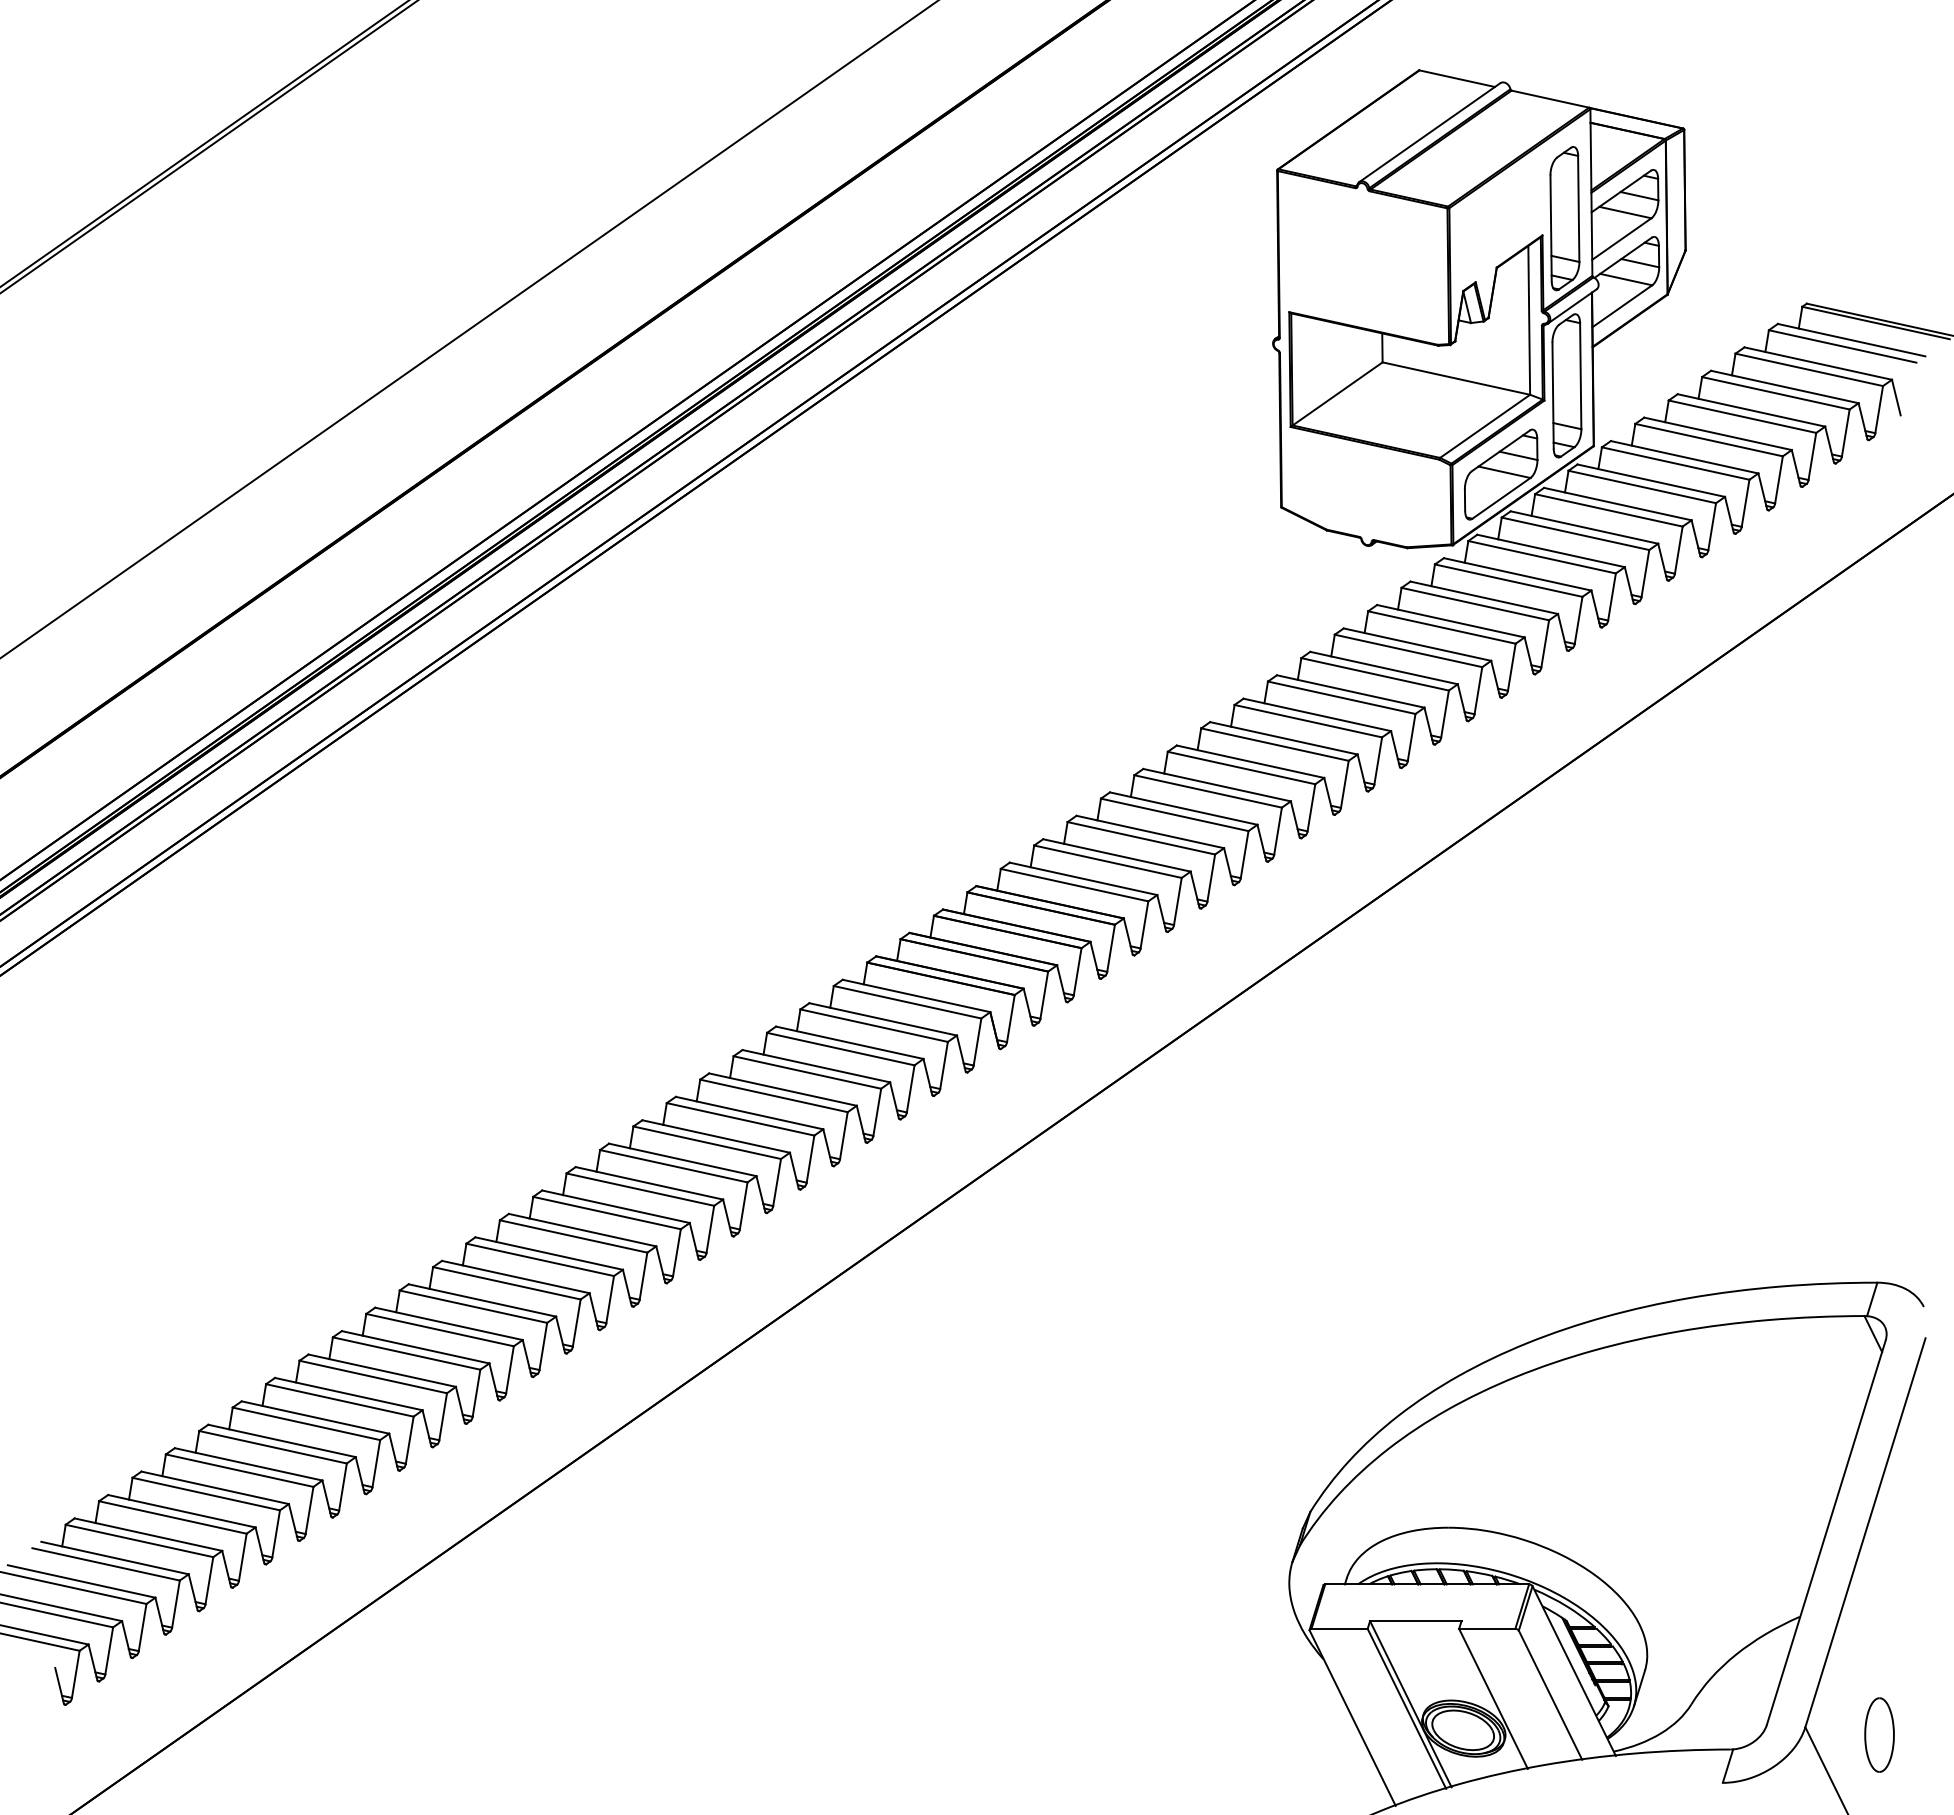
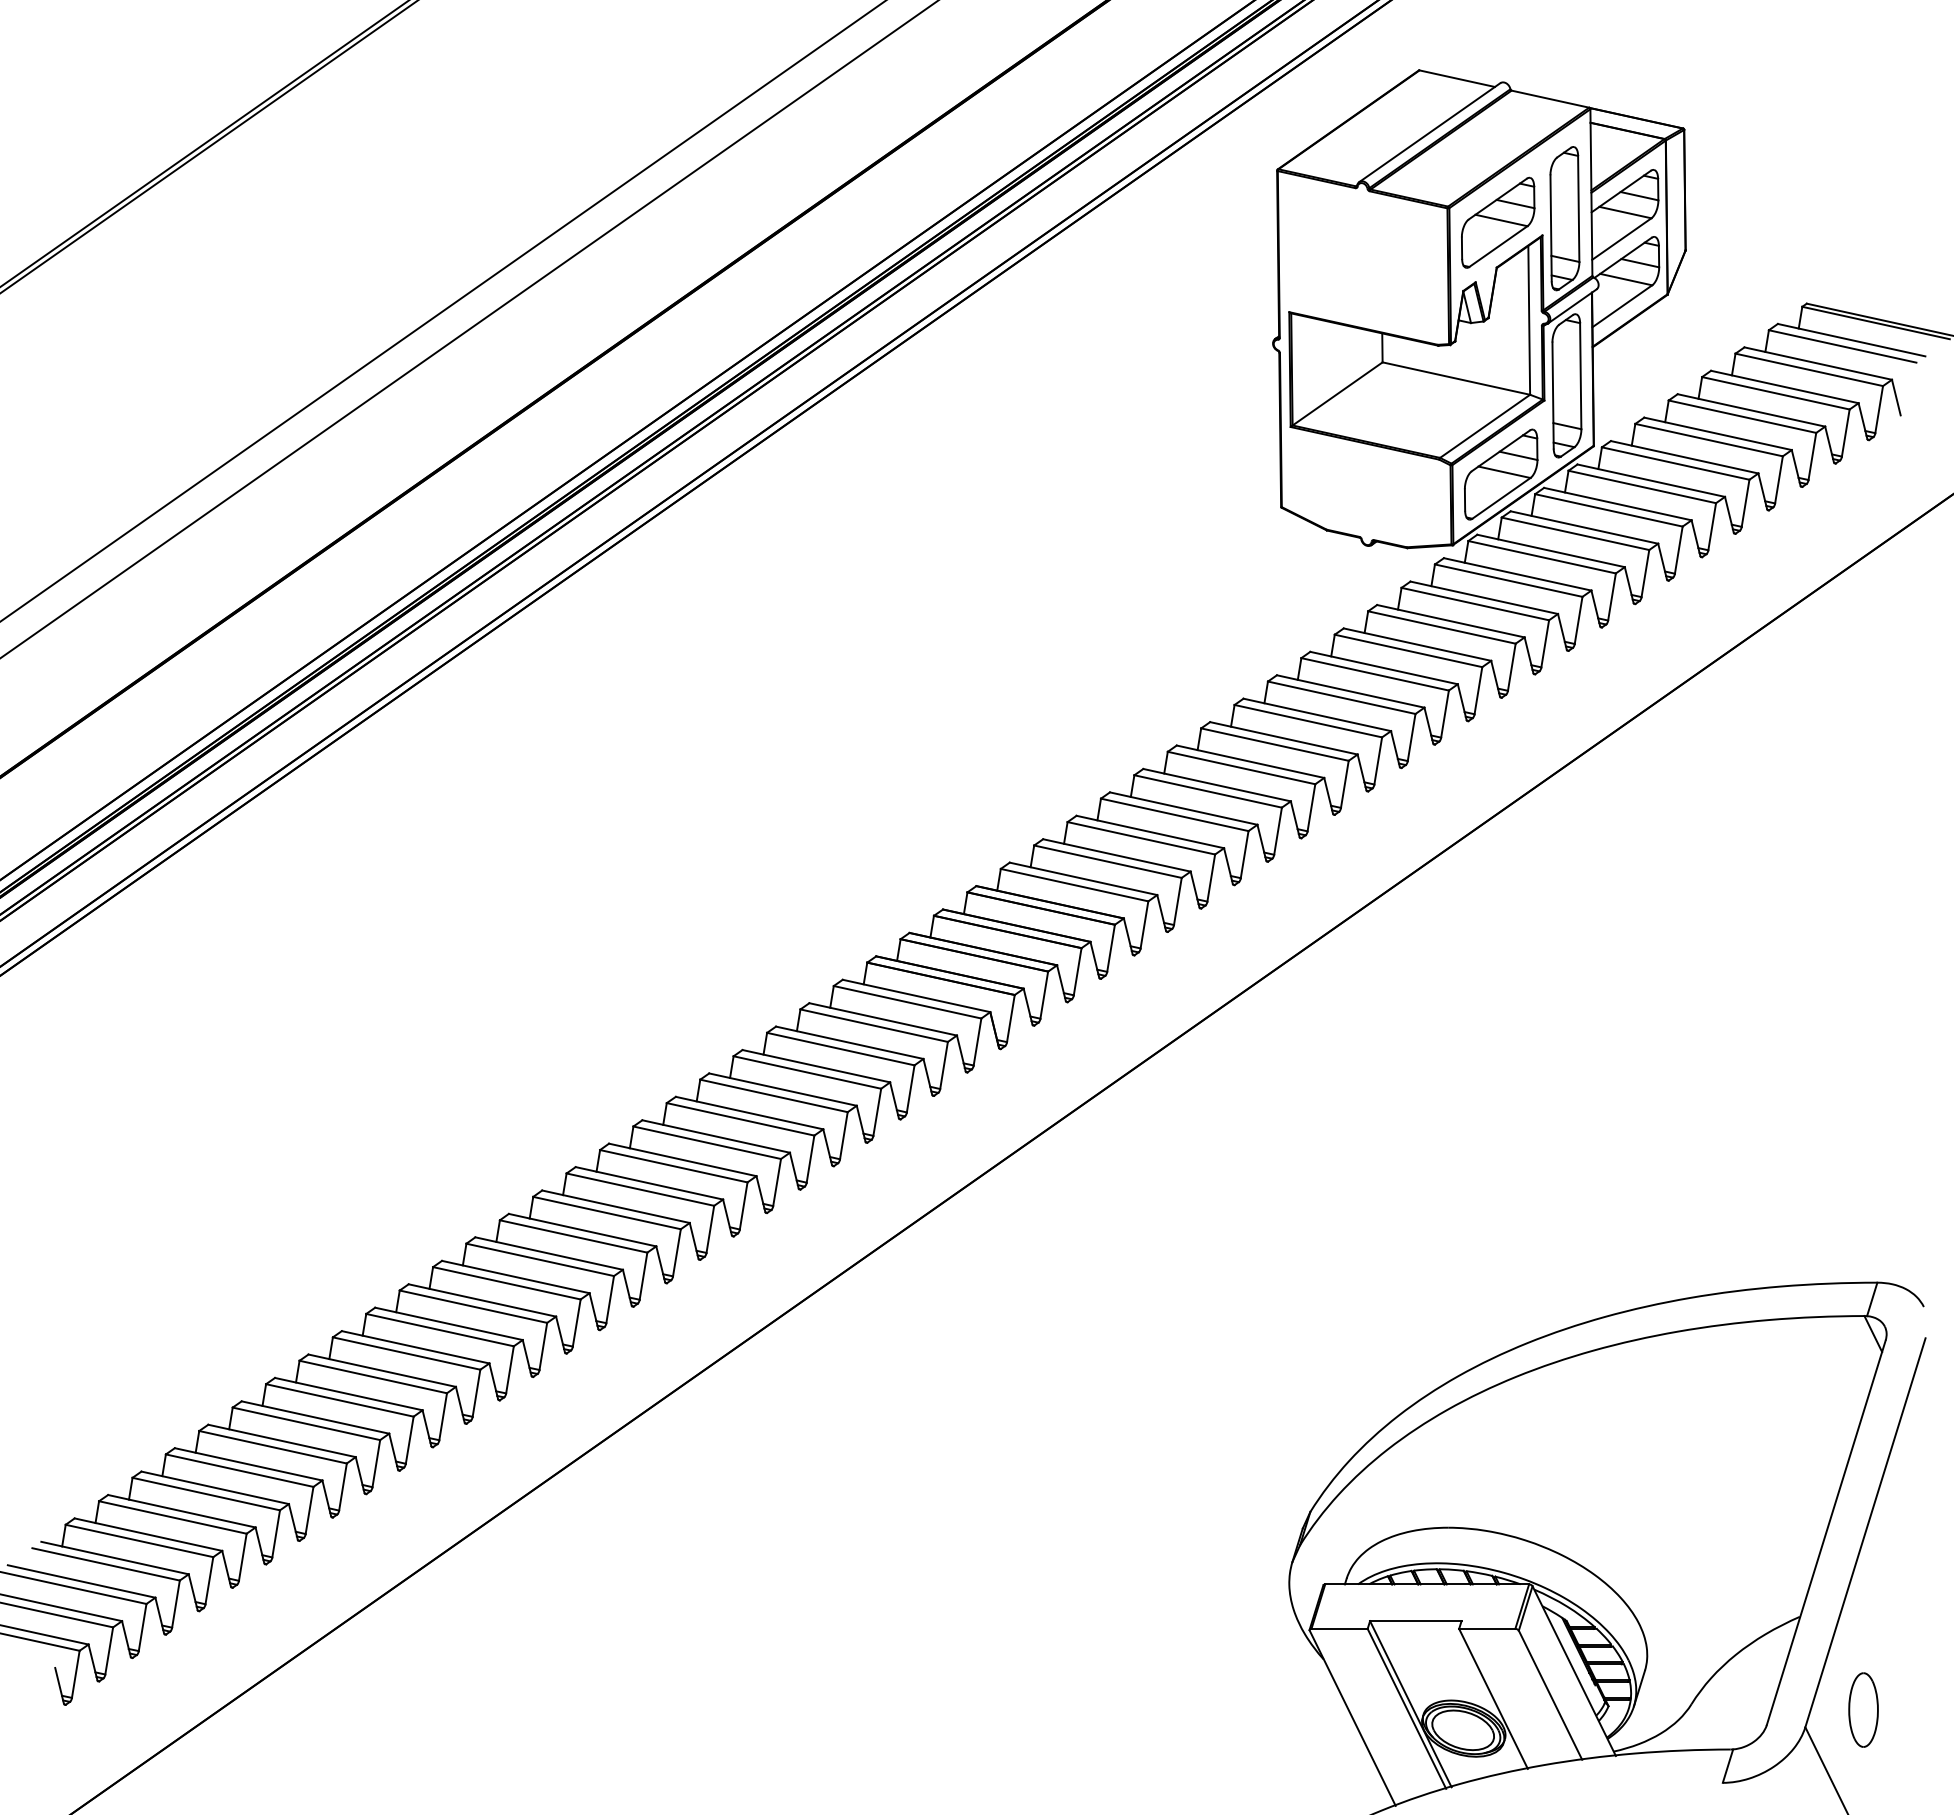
part at (1498, 222): none -> present
line at (442, 311): none -> present
part at (1879, 1734) position: (1879, 1734) -> (1863, 1709)
